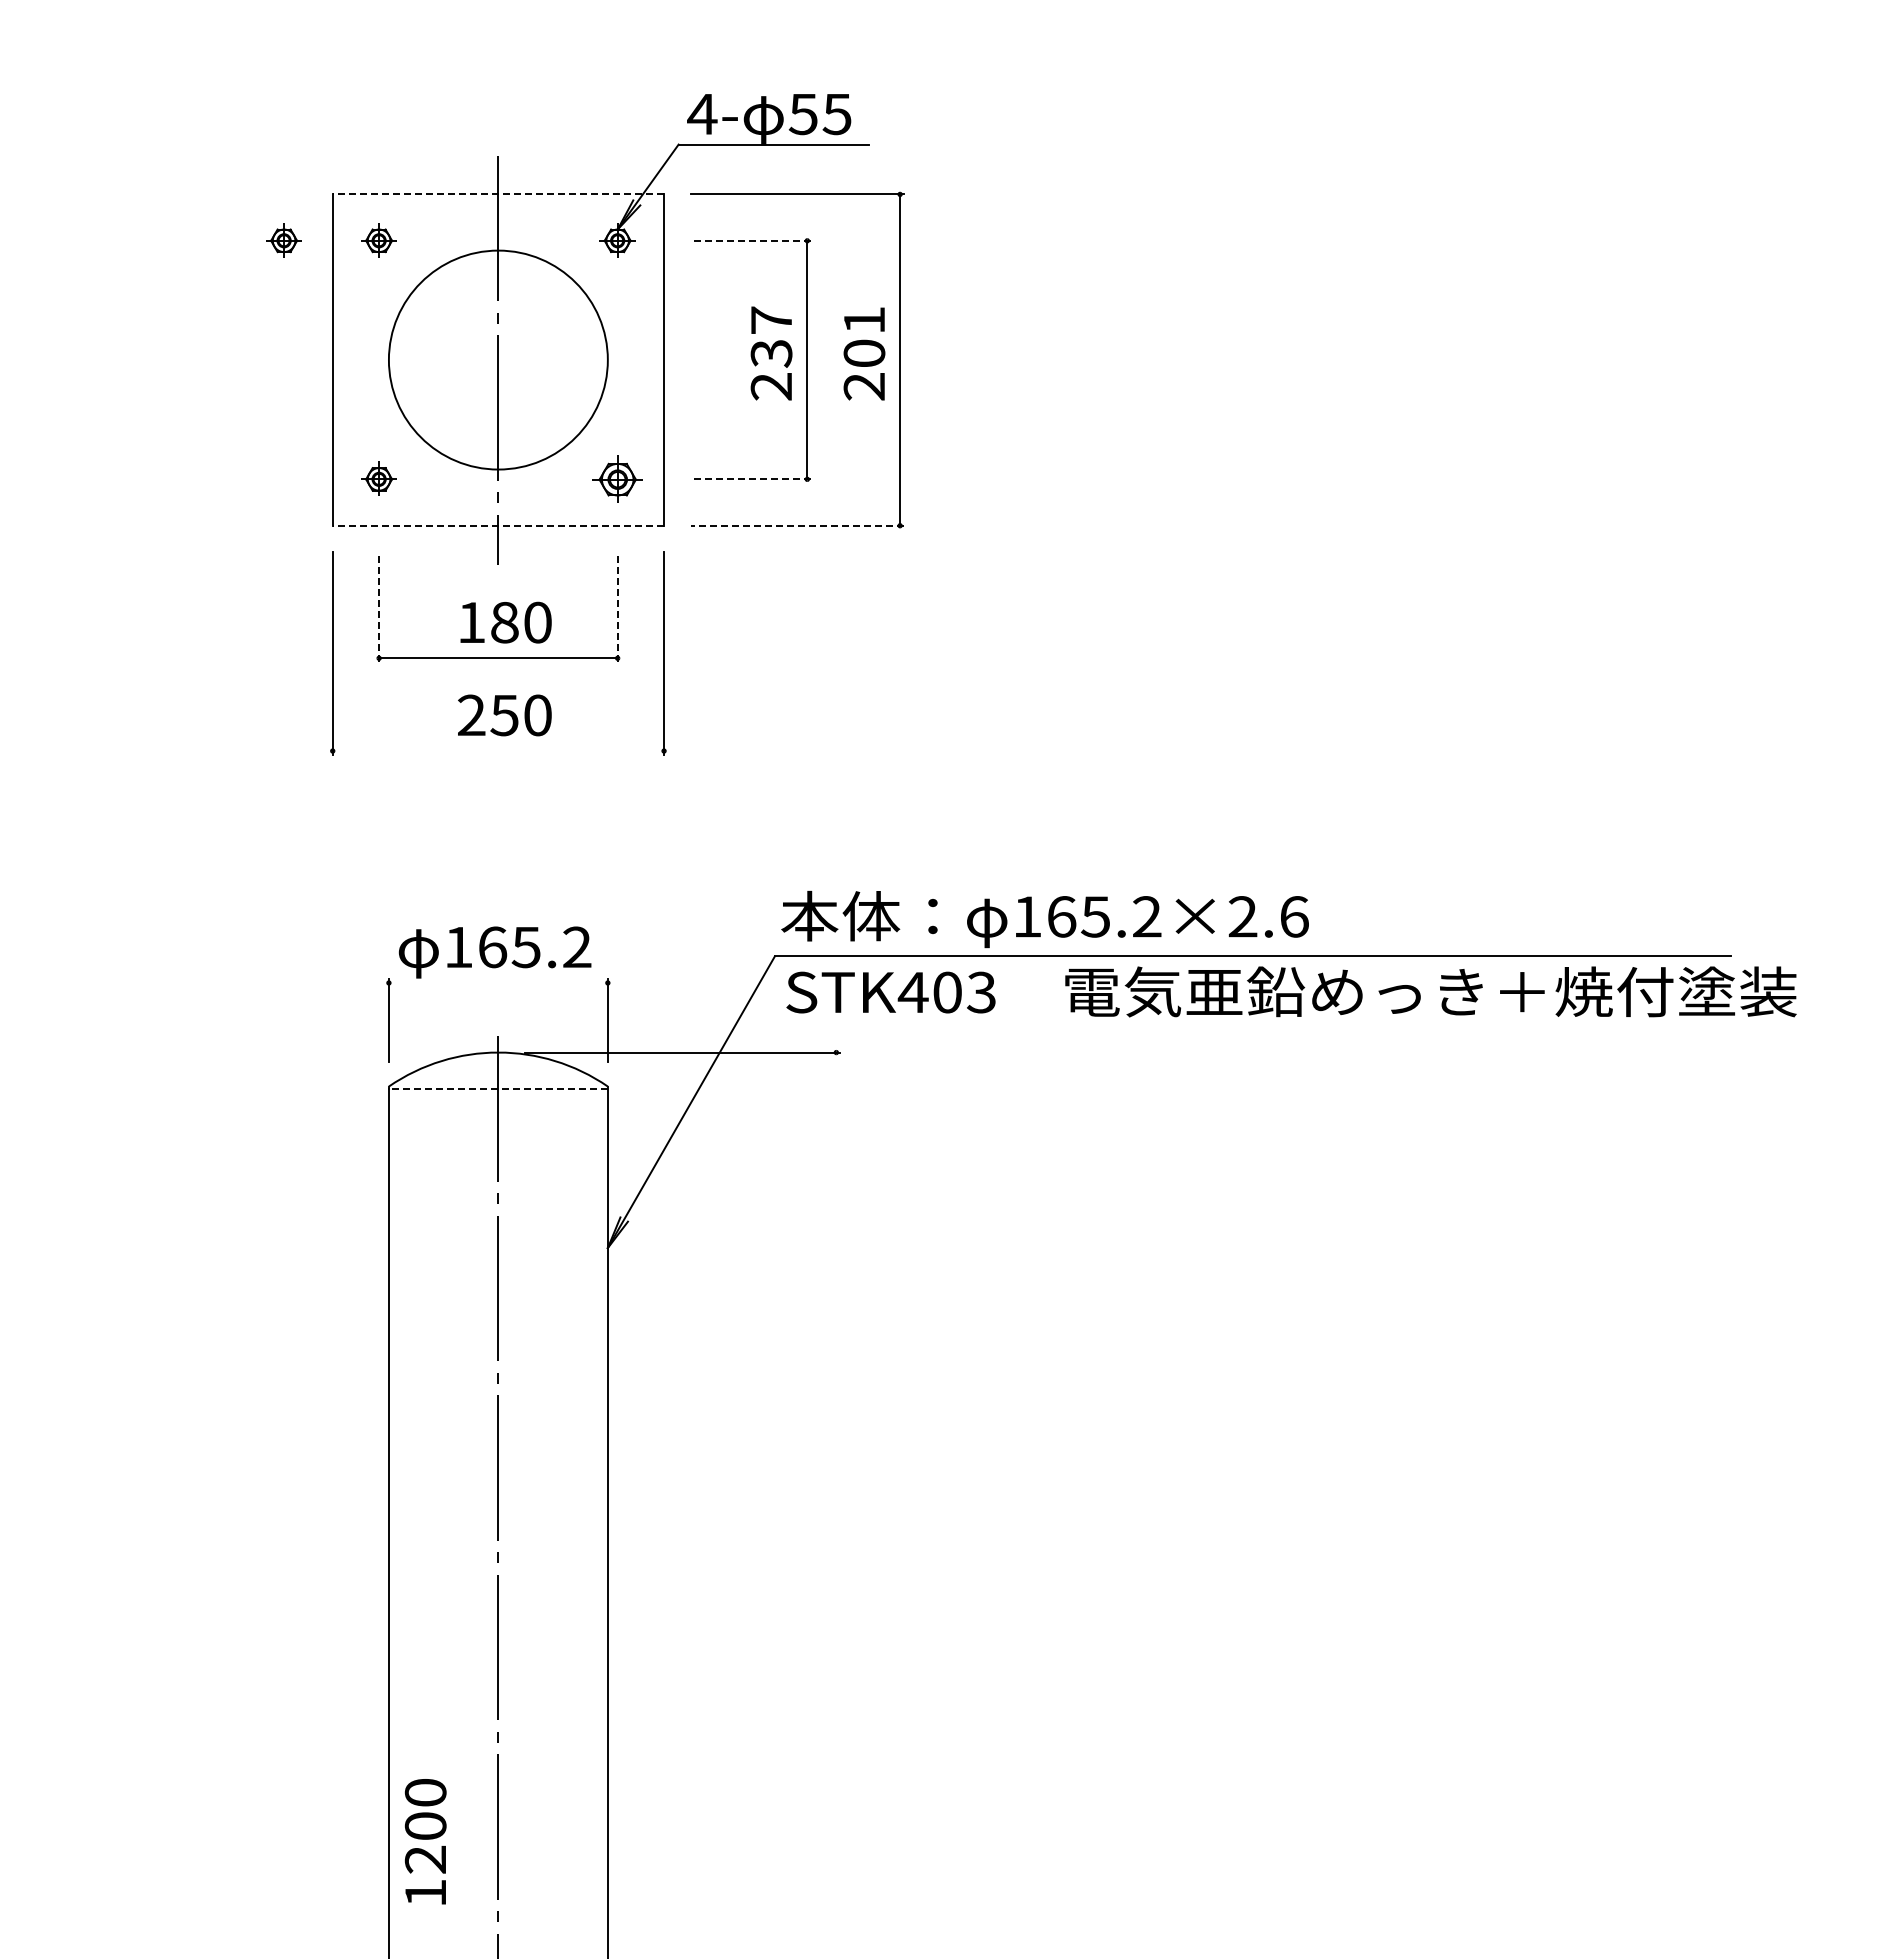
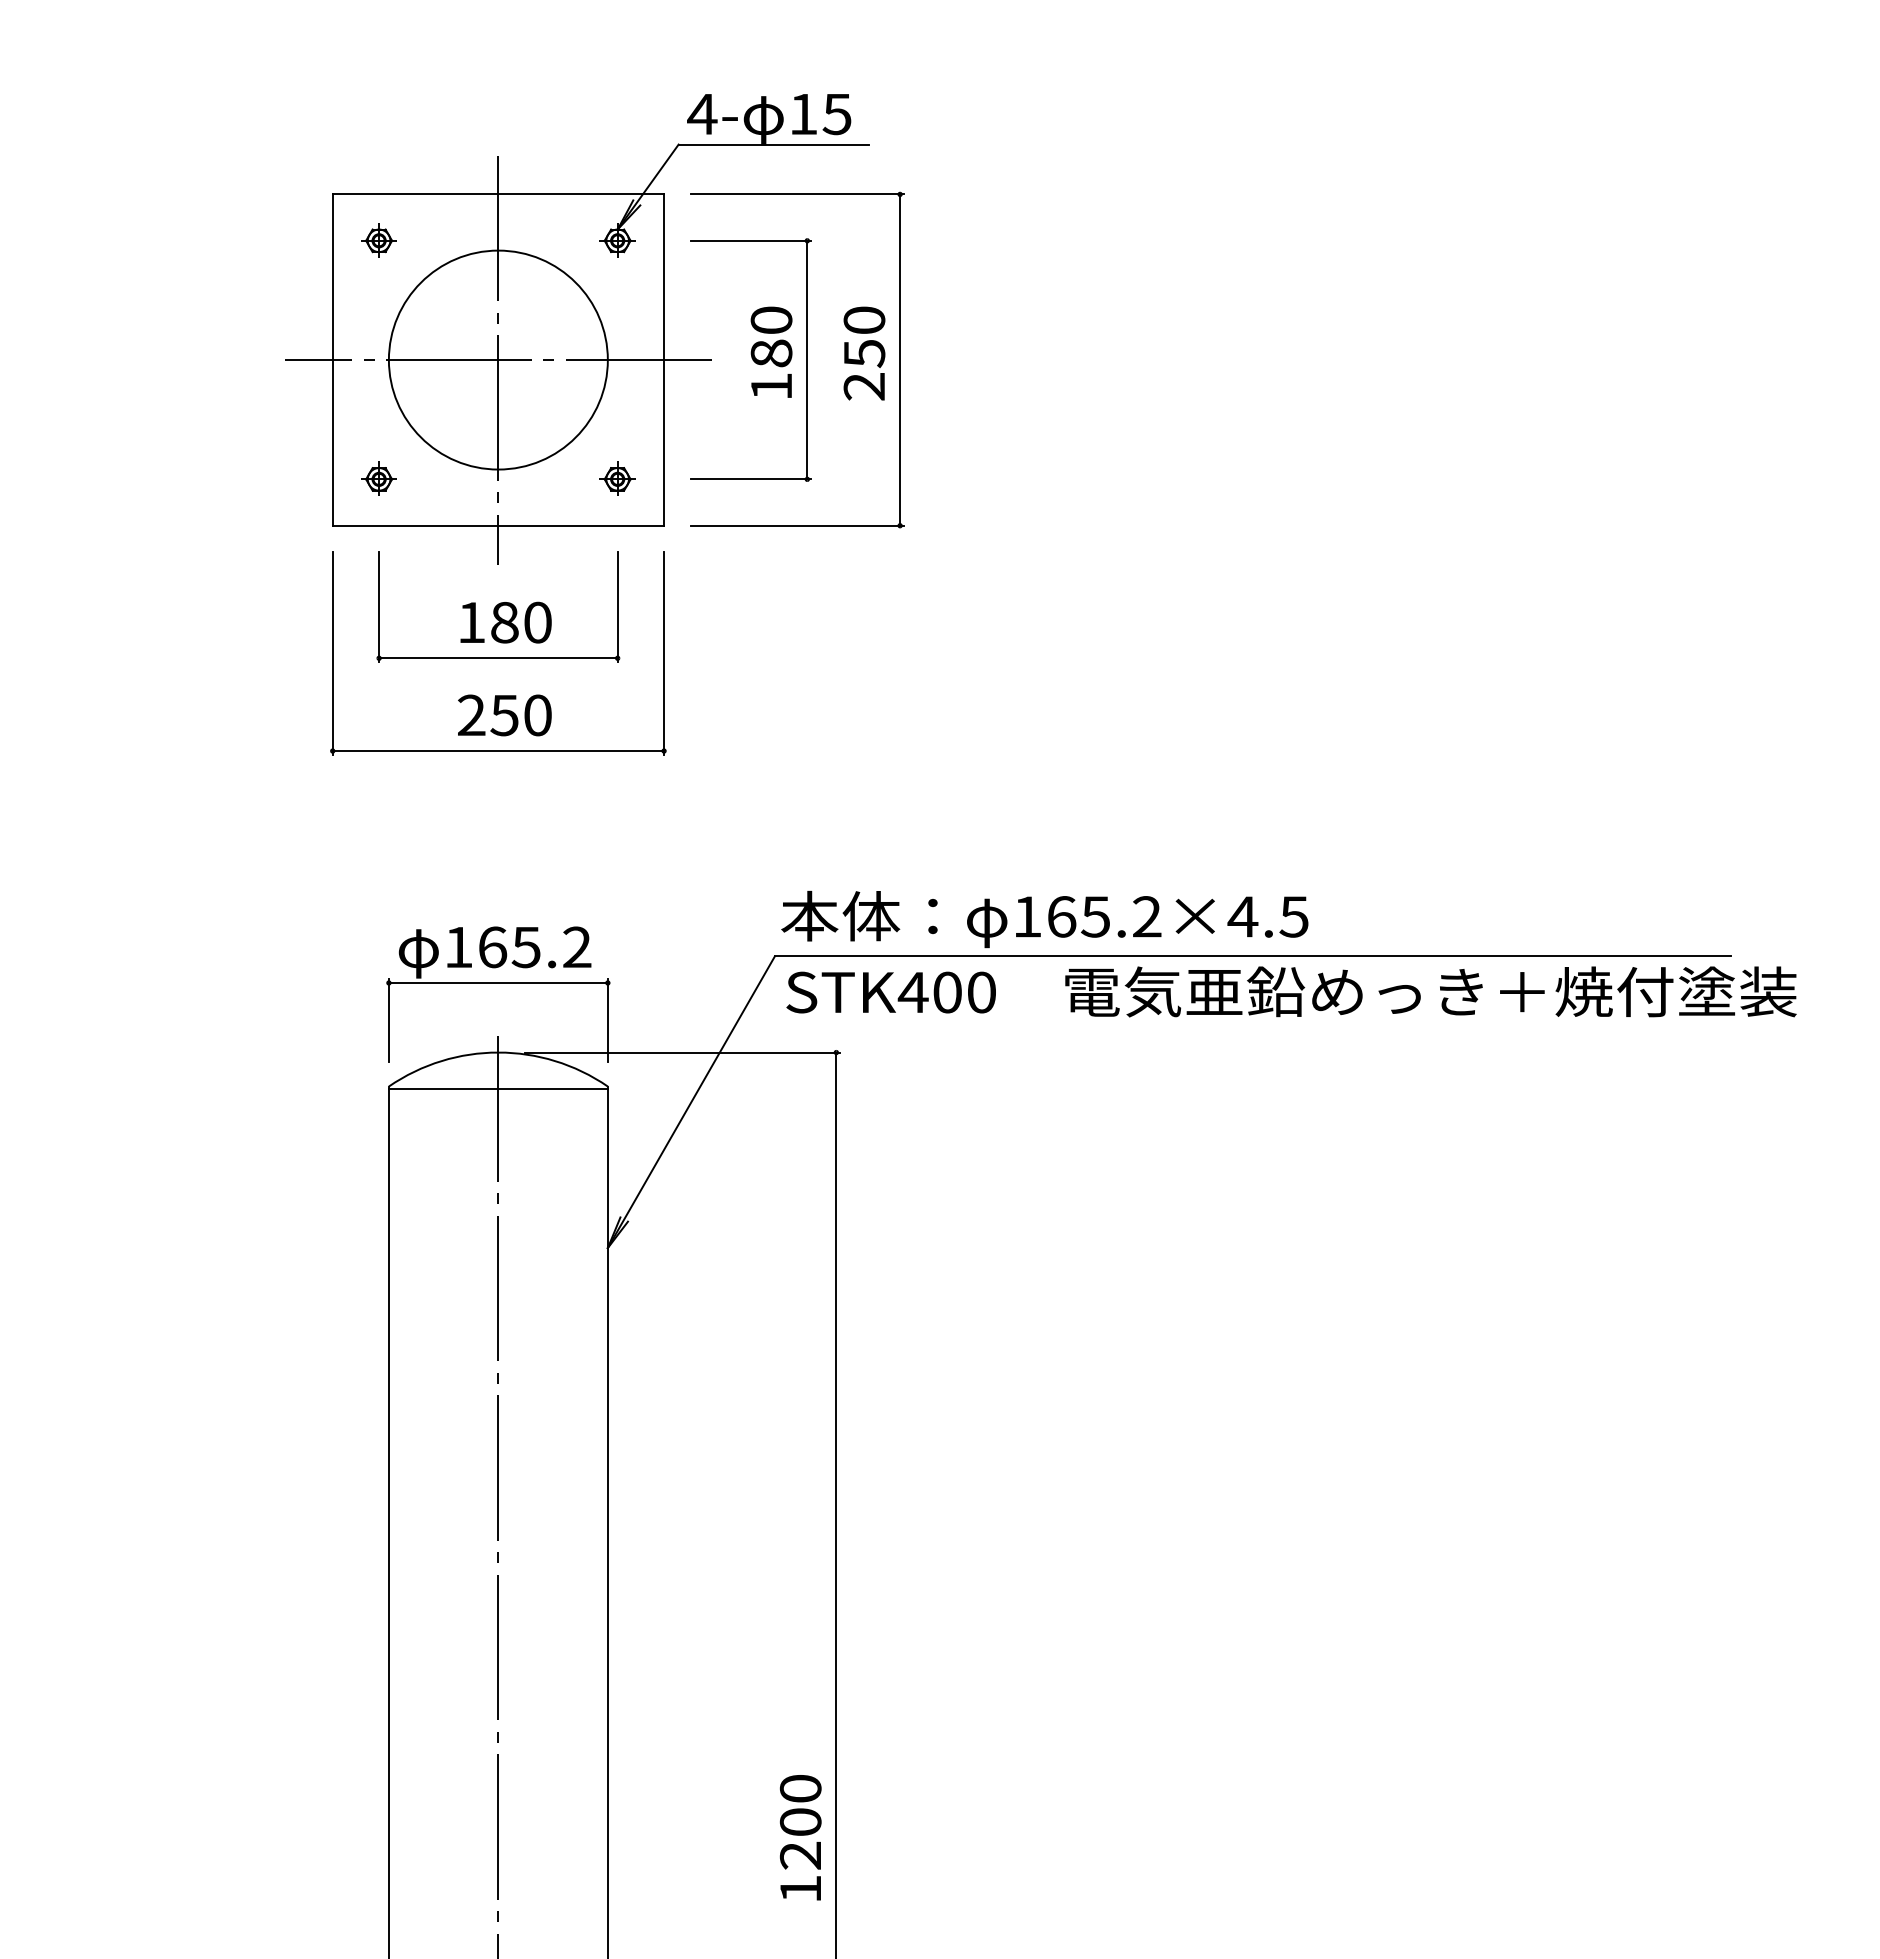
text at (802, 114): 55 -> 15
line at (498, 194): dashed -> solid
part at (283, 240): present -> none
line at (750, 240): dashed -> solid
text at (864, 337): 201 -> 250
text at (771, 353): 237 -> 180
line at (498, 360): none -> present
part at (617, 478) size: 51x48 px -> 37x35 px
line at (750, 479): dashed -> solid
line at (498, 525): dashed -> solid
line at (797, 525): dashed -> solid
line at (379, 607): dashed -> solid
line at (617, 607): dashed -> solid
line at (498, 751): none -> present
text at (1267, 916): 165.2×2.6 -> 165.2×4.5
line at (497, 982): none -> present
text at (981, 992): STK403 -> STK400
line at (497, 1089): dashed -> solid
line at (836, 1503): none -> present
text at (425, 1841) position: (425, 1841) -> (800, 1837)
